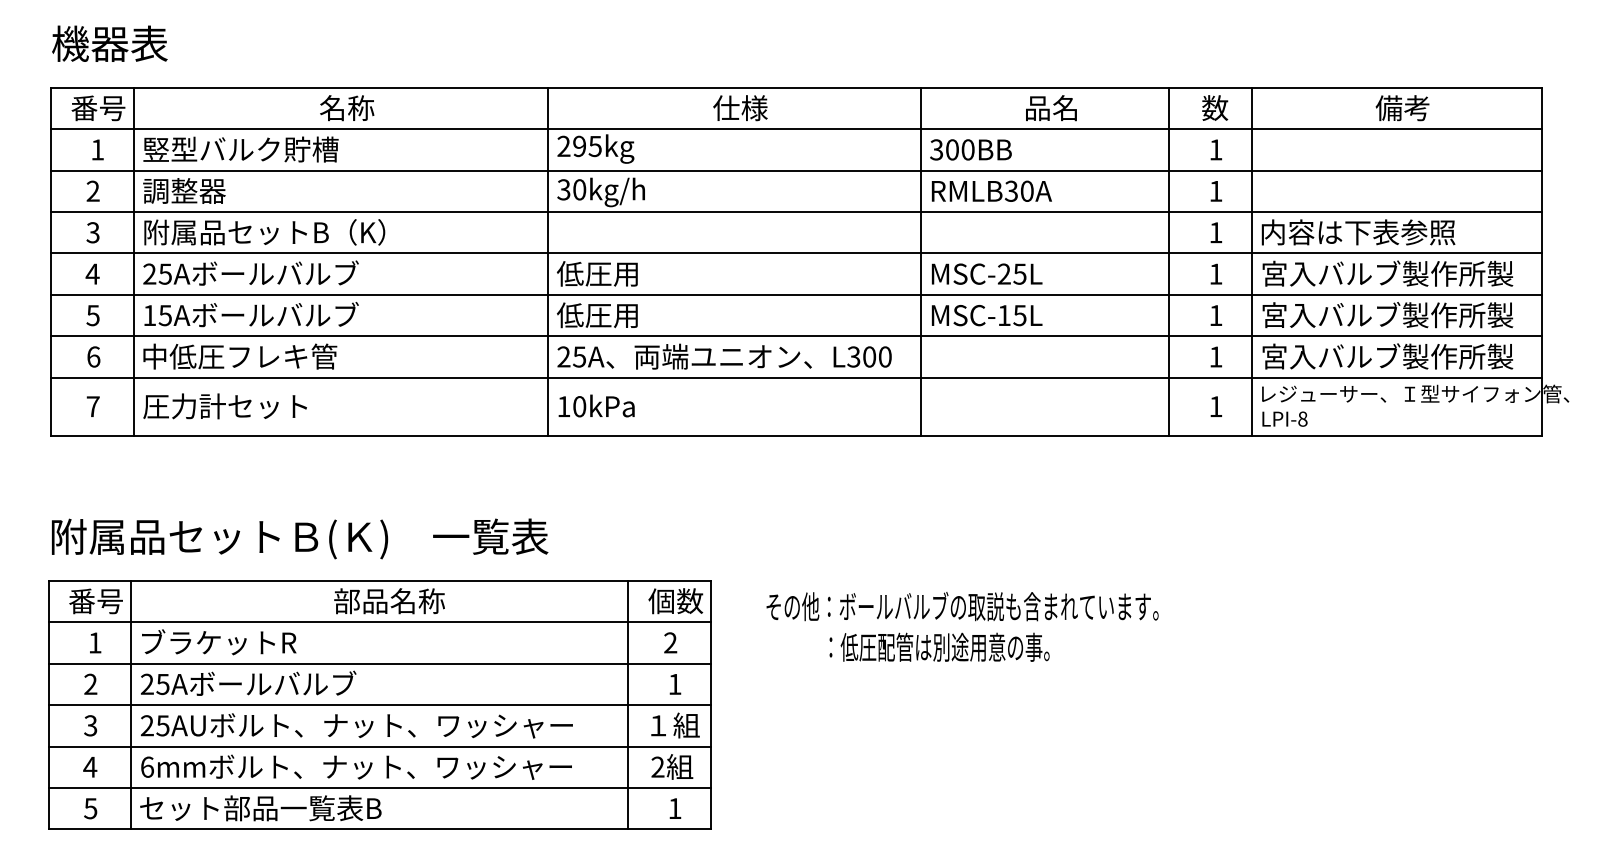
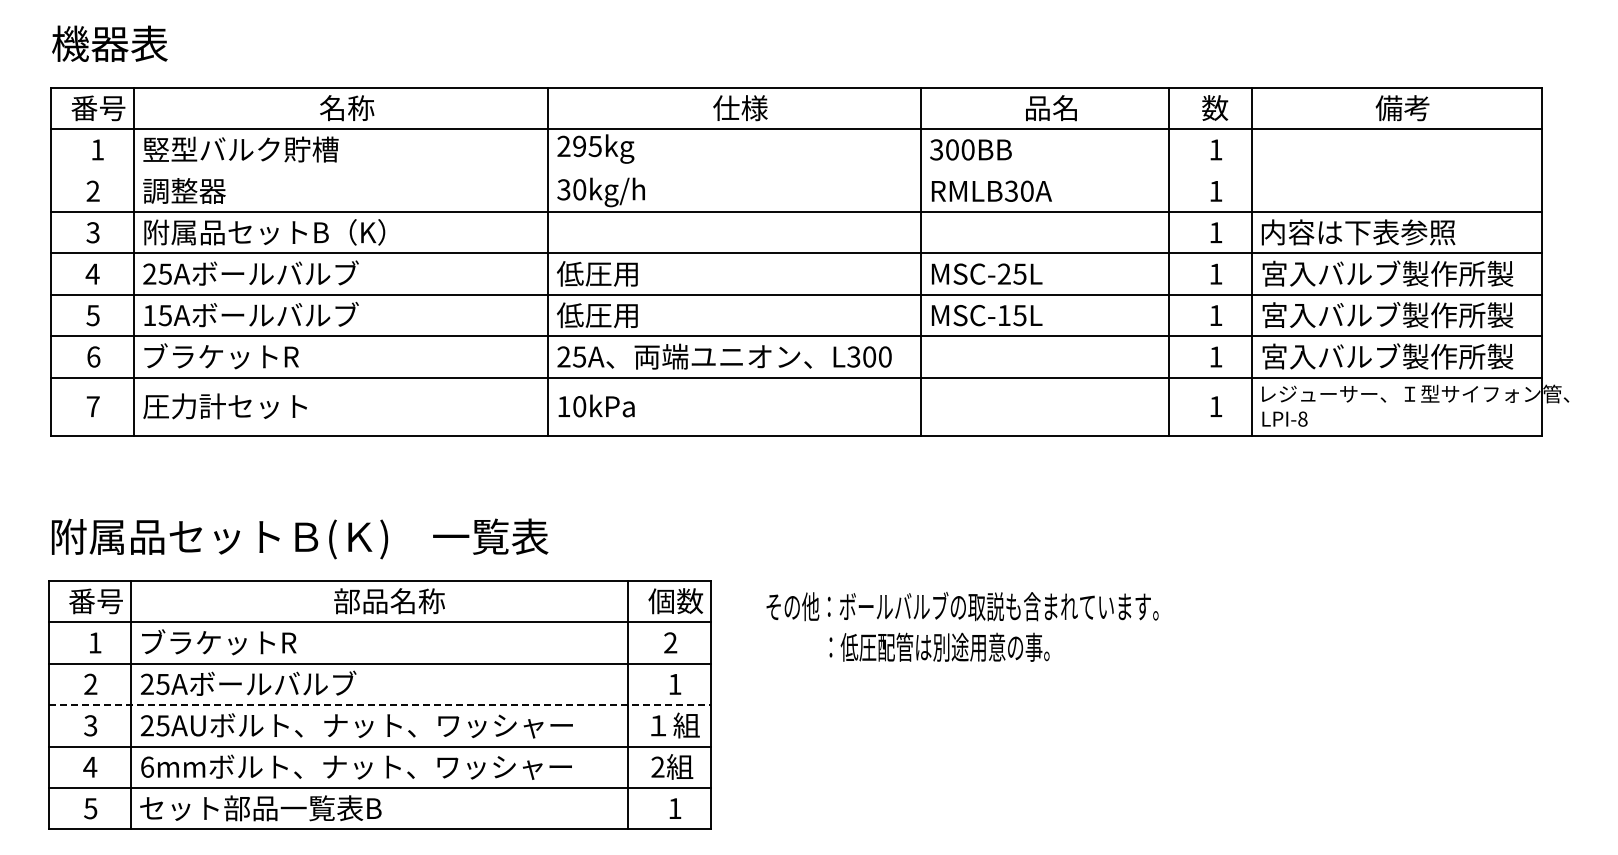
line at (796, 170): present -> none
text at (240, 356): 中低圧フレキ管 -> ブラケットR
line at (380, 705): solid -> dashed
